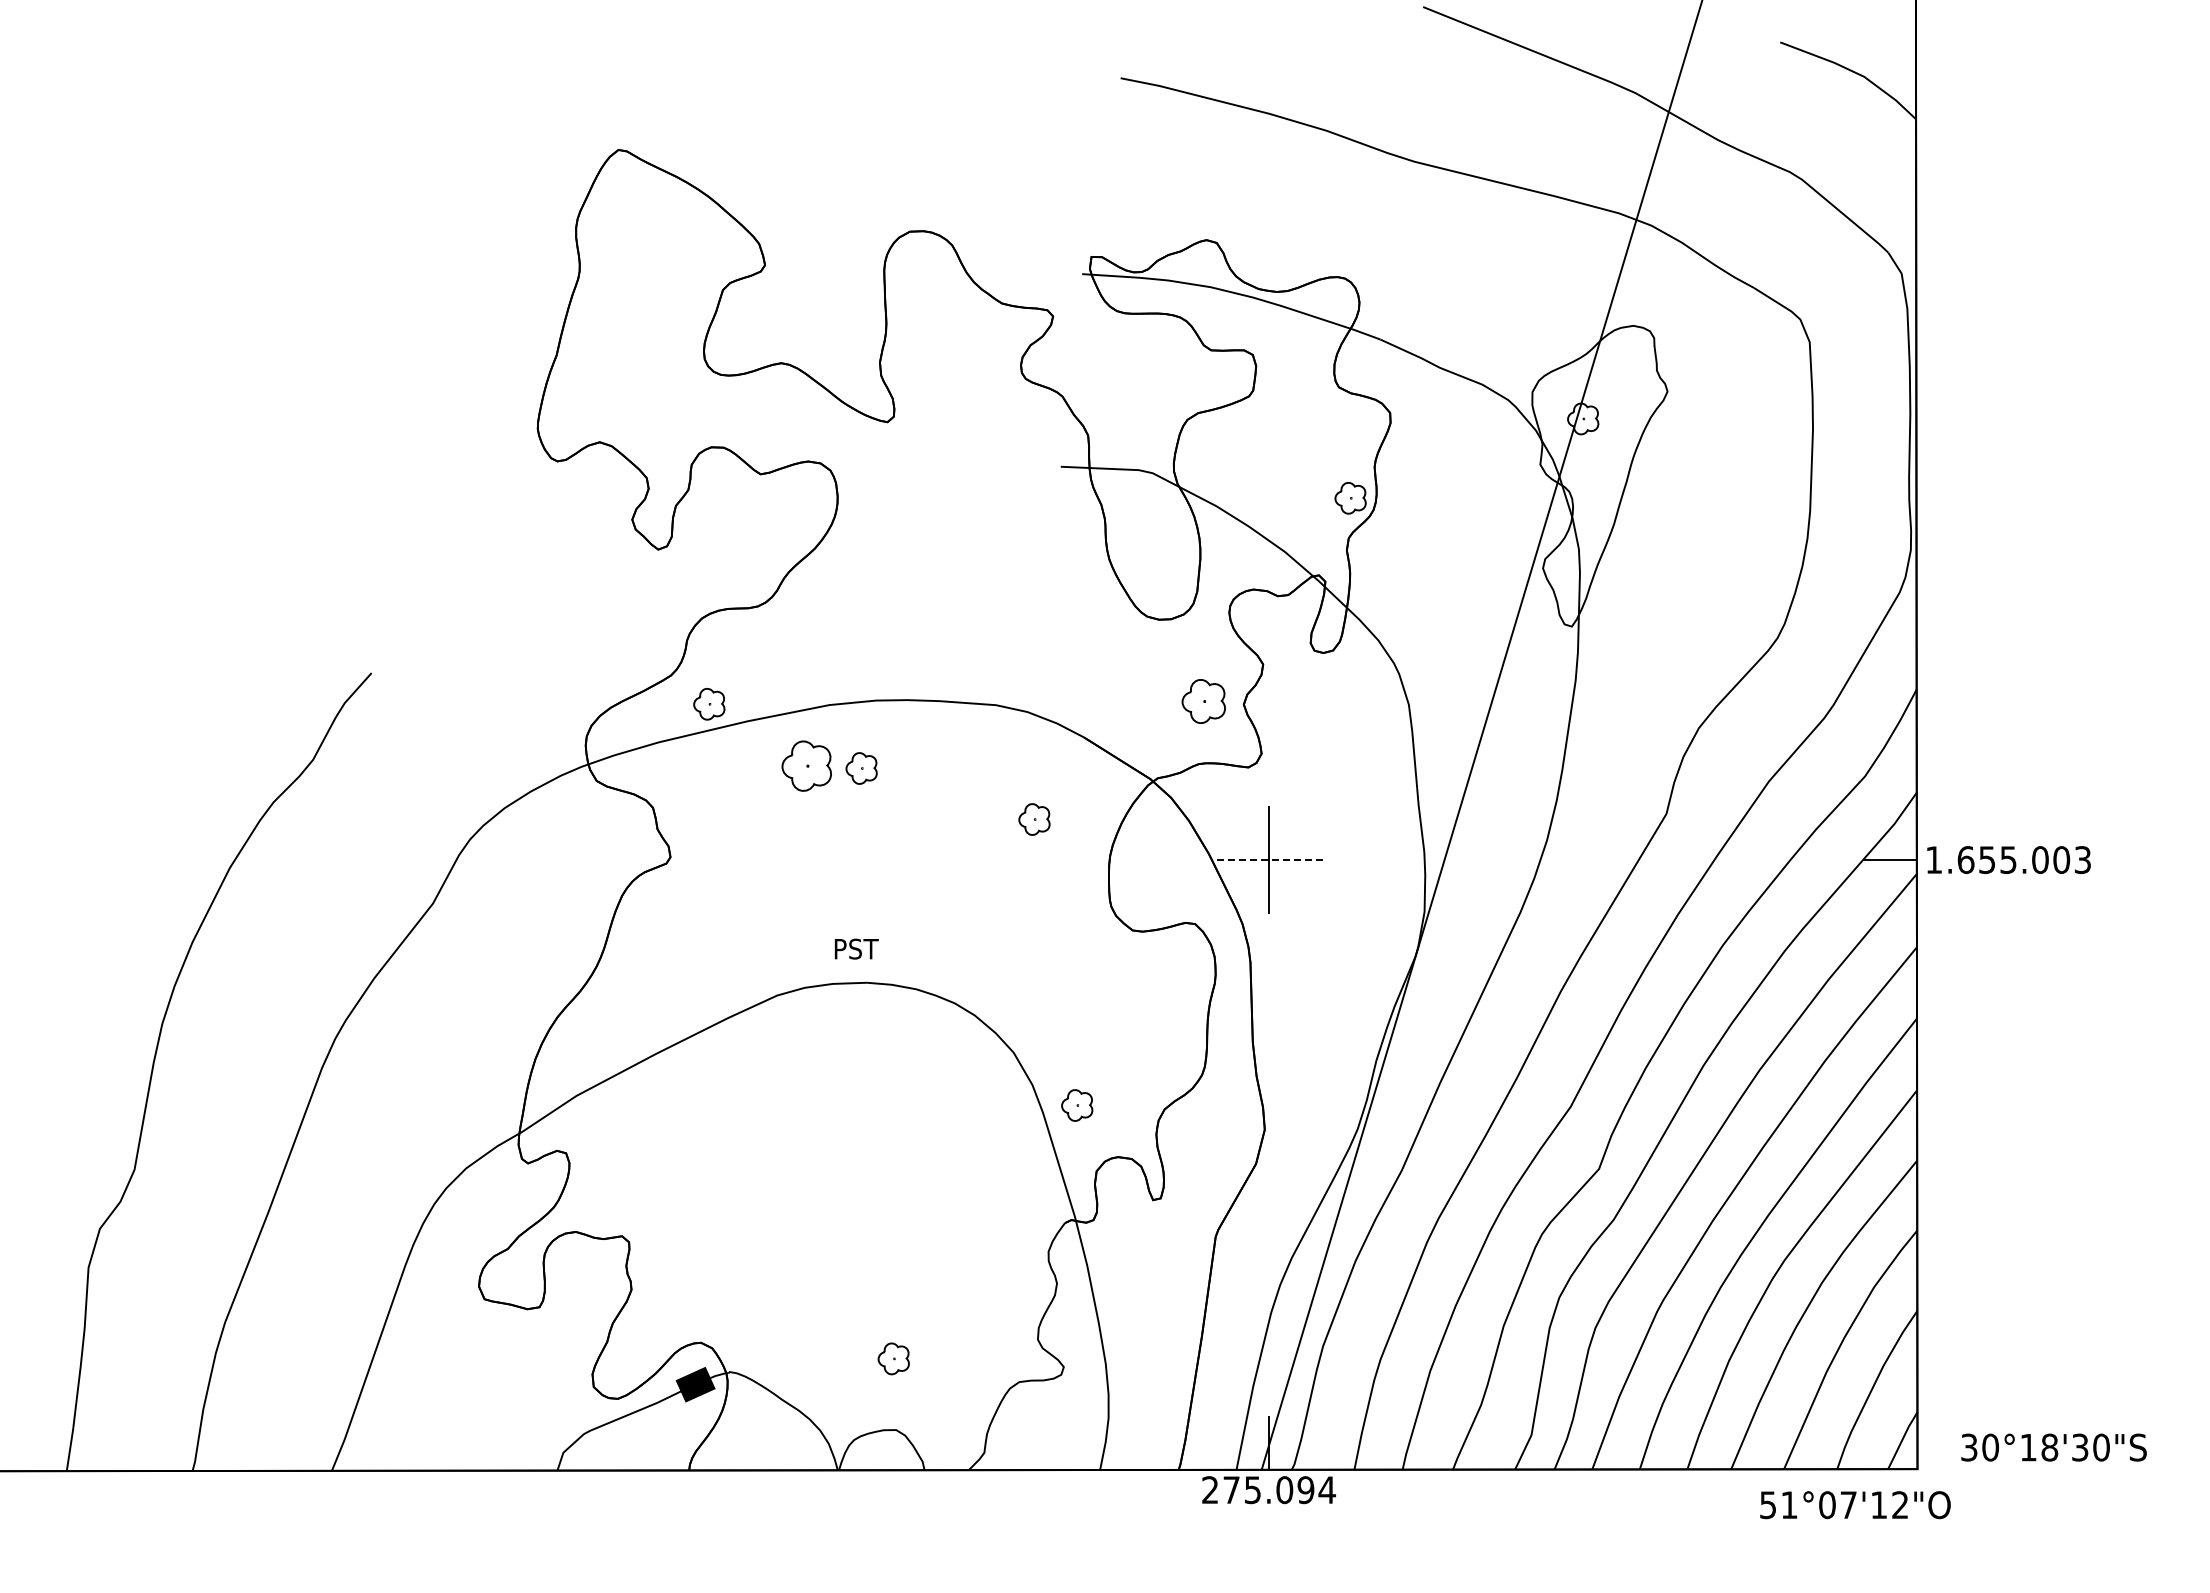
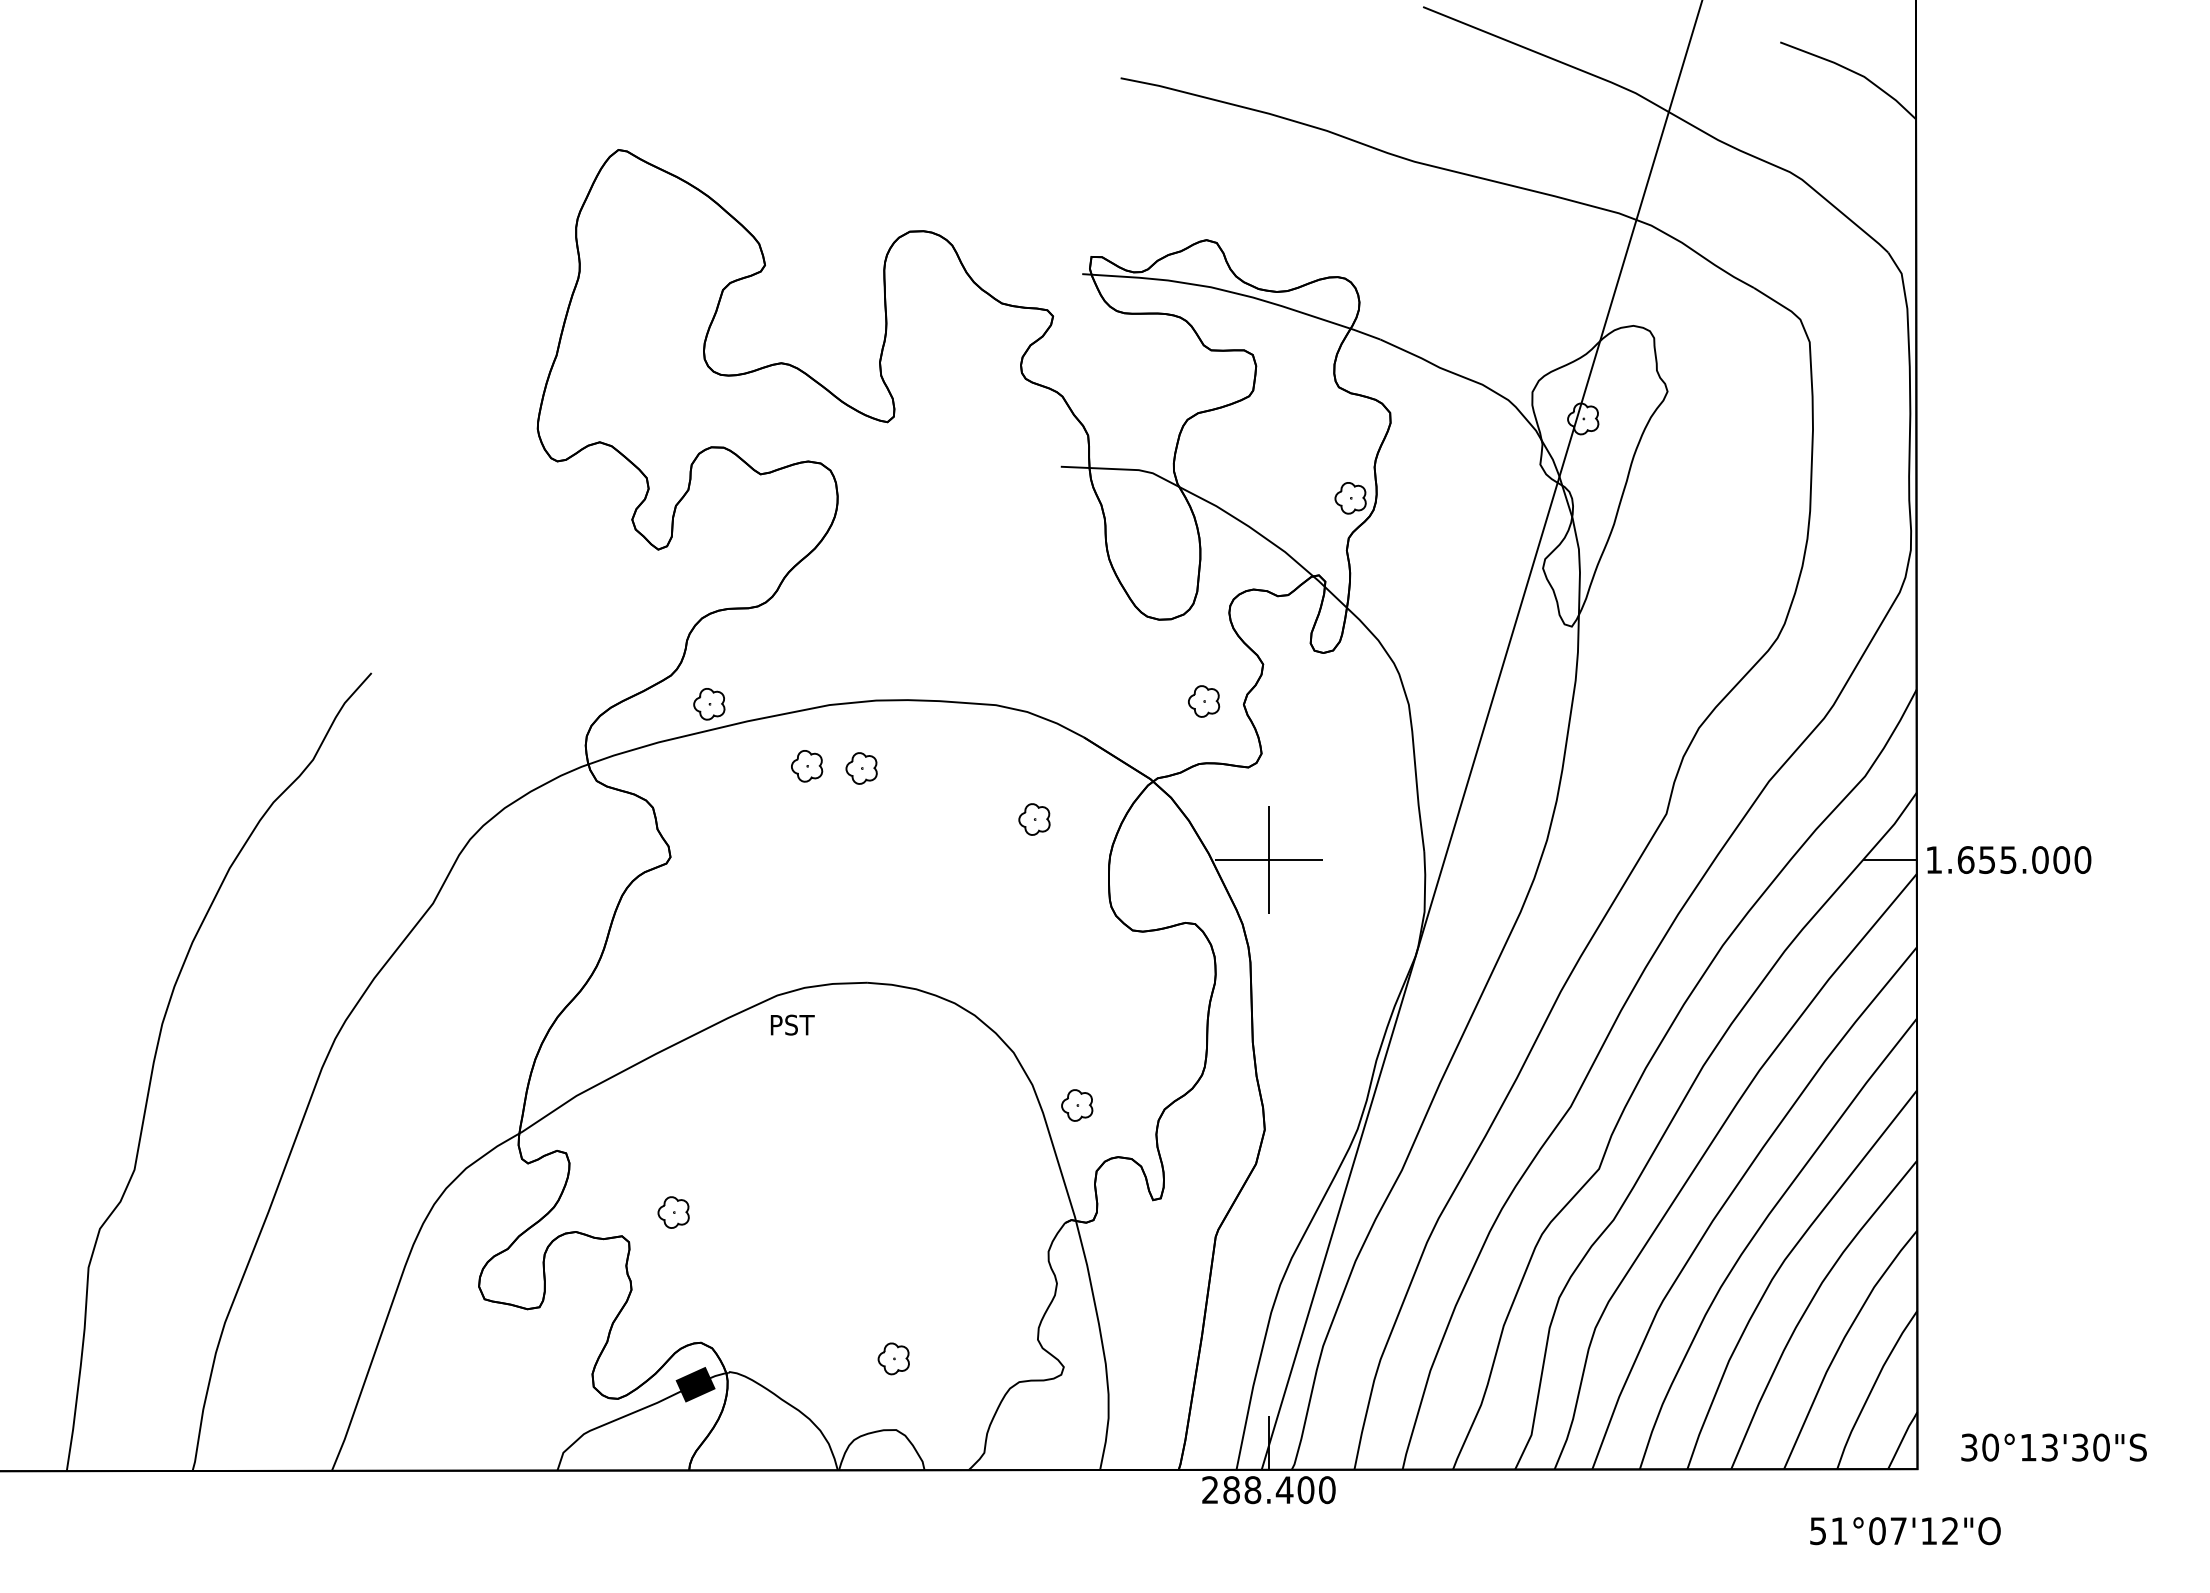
part at (1203, 701) size: 45x45 px -> 33x33 px
part at (806, 765) size: 51x52 px -> 33x33 px
line at (1268, 860): dashed -> solid
text at (2082, 860): 1.655.003 -> 1.655.000
text at (856, 948) position: (856, 948) -> (792, 1024)
part at (673, 1212): none -> present
text at (2049, 1447): 30°18'30"S -> 30°13'30"S
text at (1279, 1490): 275.094 -> 288.400
text at (1855, 1505) position: (1855, 1505) -> (1905, 1531)
